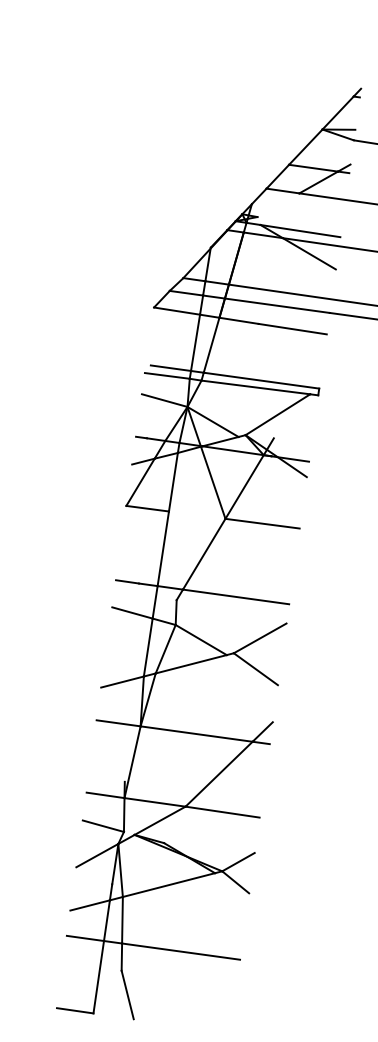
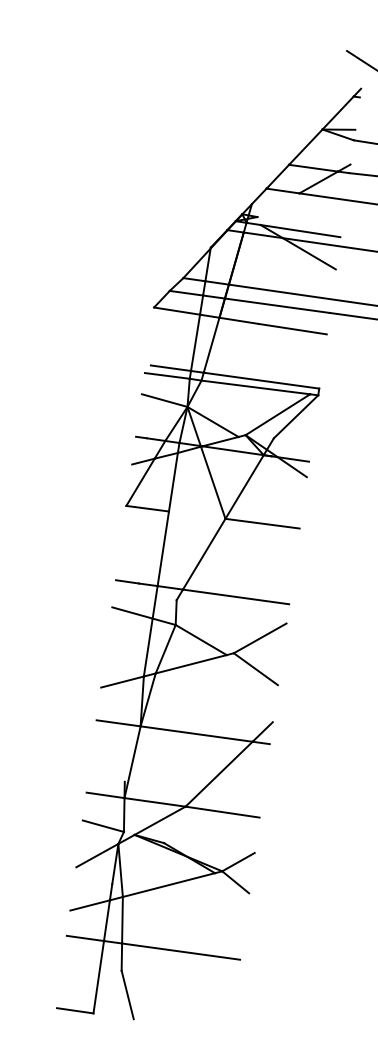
line at (360, 59): none -> present
line at (361, 174): none -> present
line at (295, 416): none -> present
